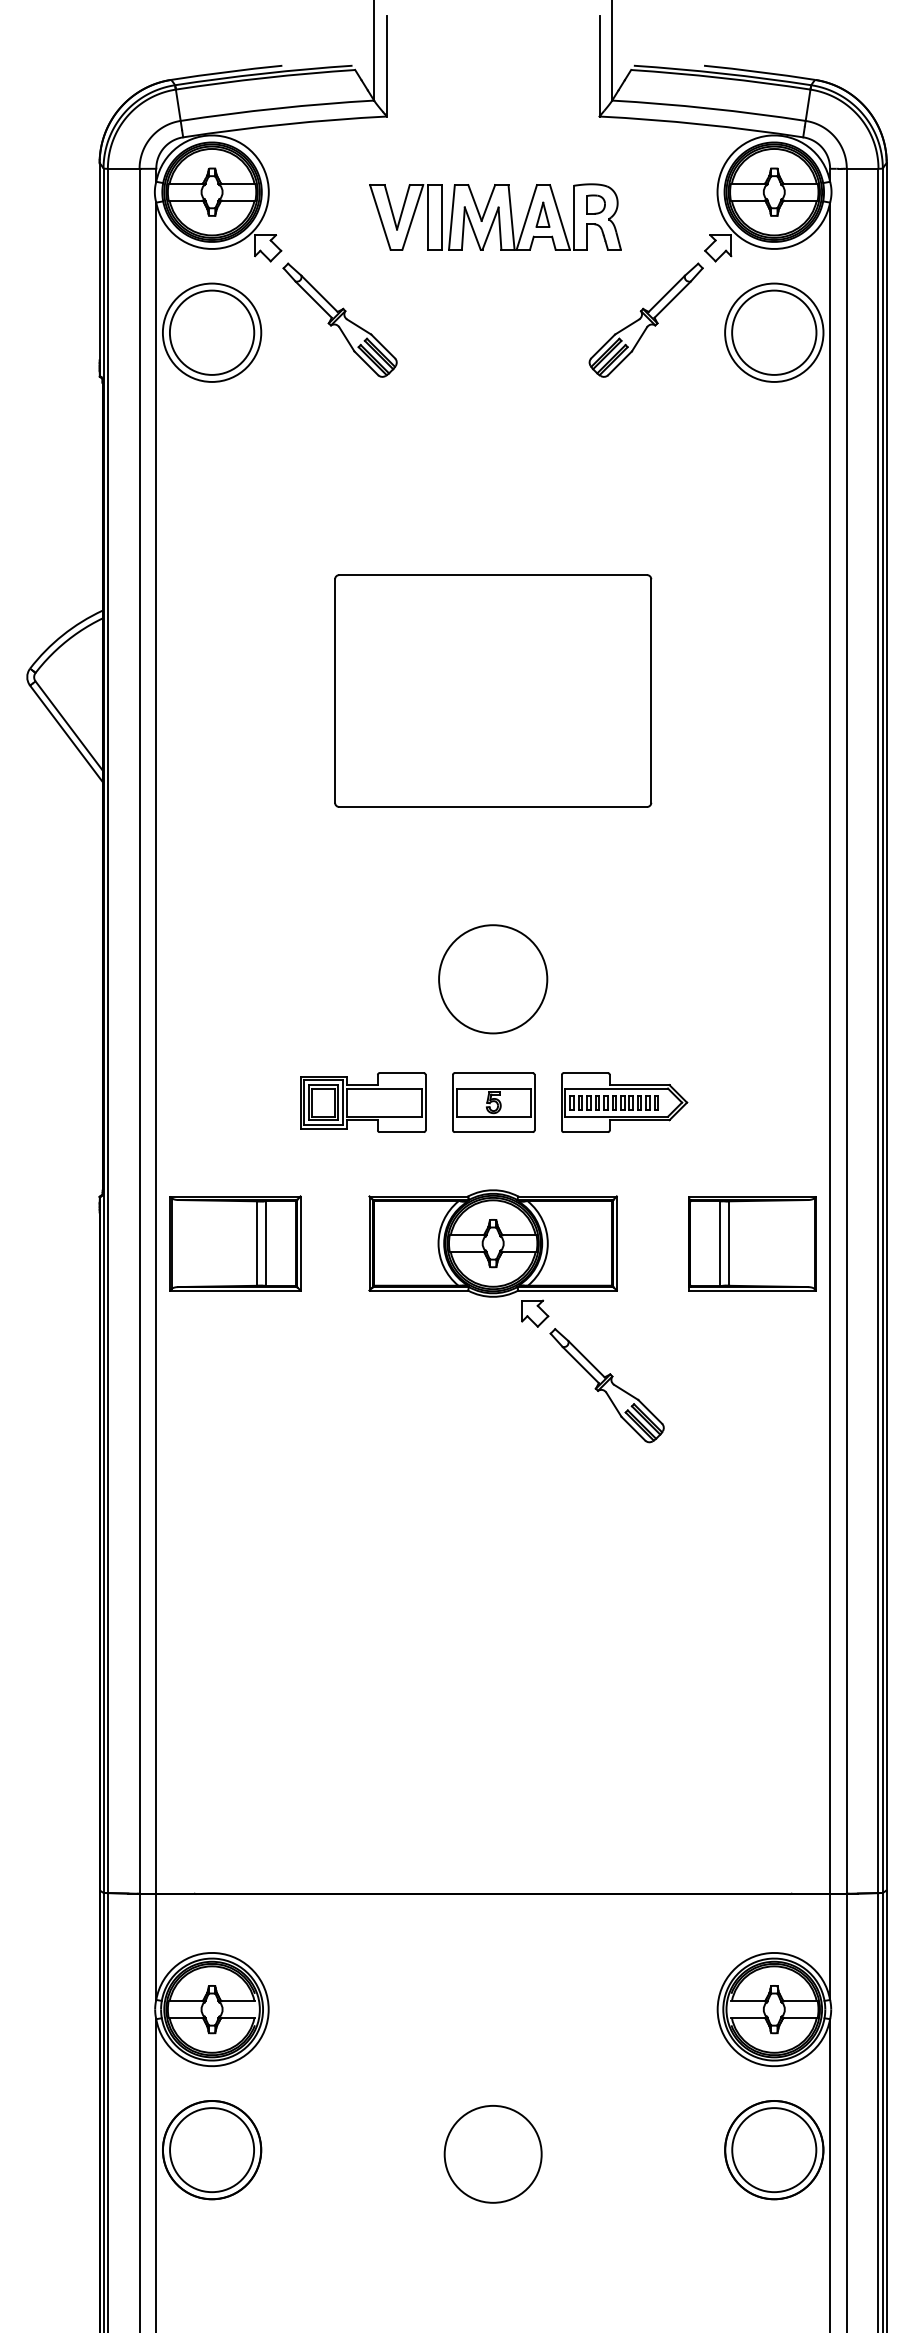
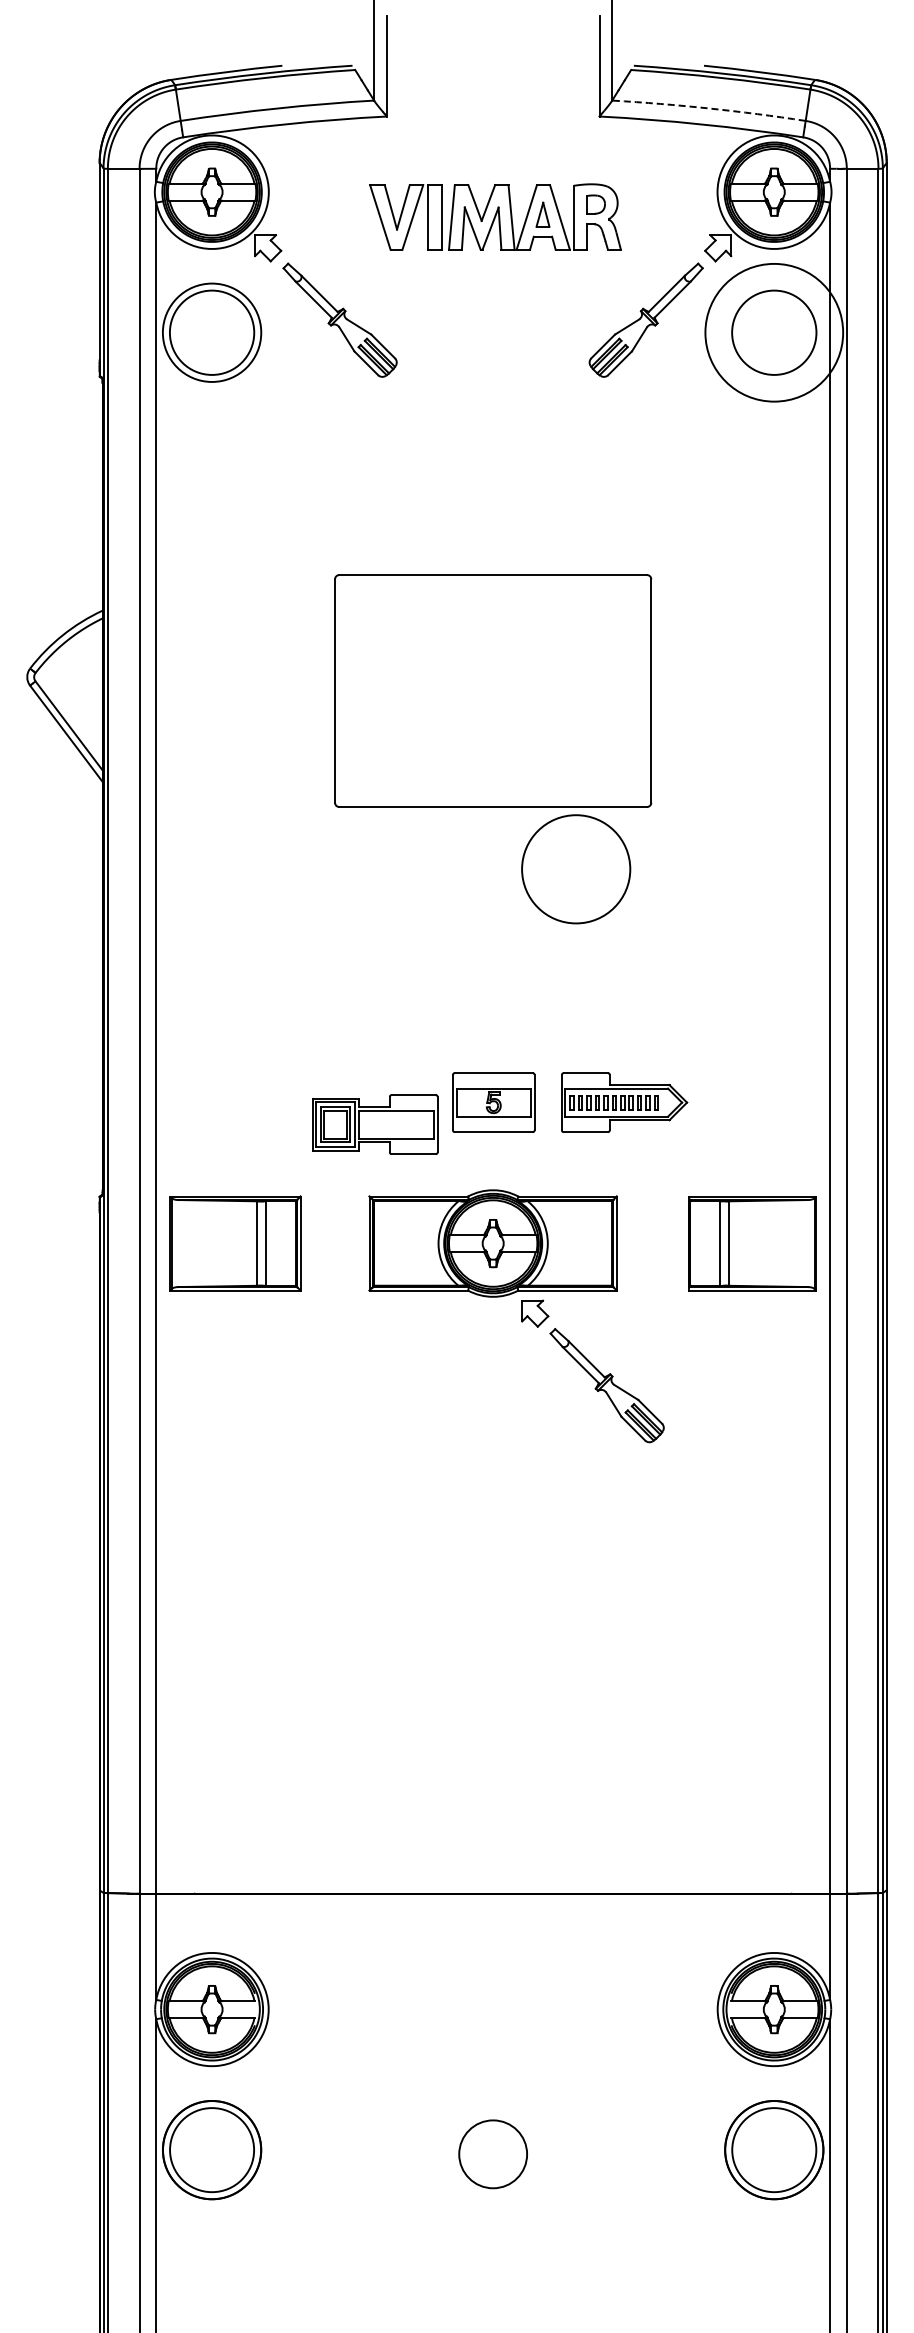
arc at (709, 108): solid -> dashed
circle at (774, 332) diameter: 98 px -> 138 px
circle at (493, 979) position: (493, 979) -> (576, 869)
part at (363, 1102) position: (363, 1102) -> (375, 1124)
circle at (492, 2153) diameter: 97 px -> 68 px
